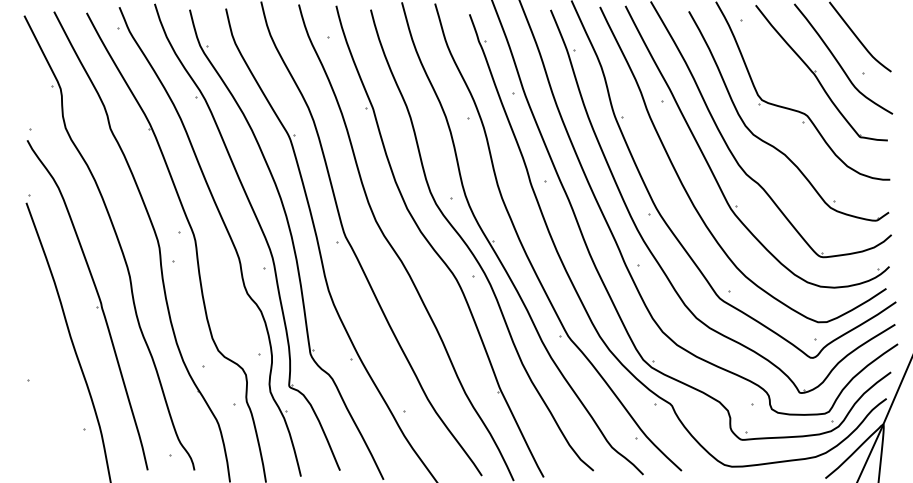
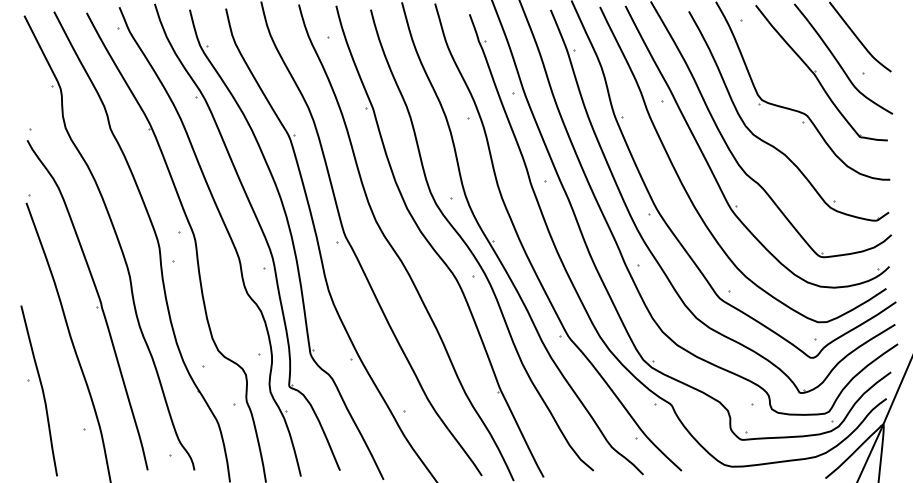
curve at (41, 389): none -> present
